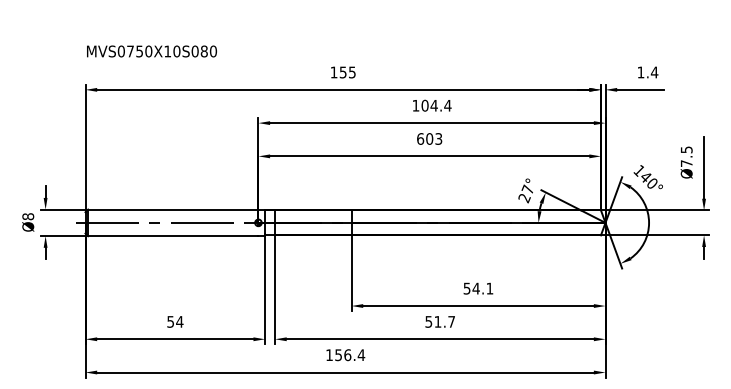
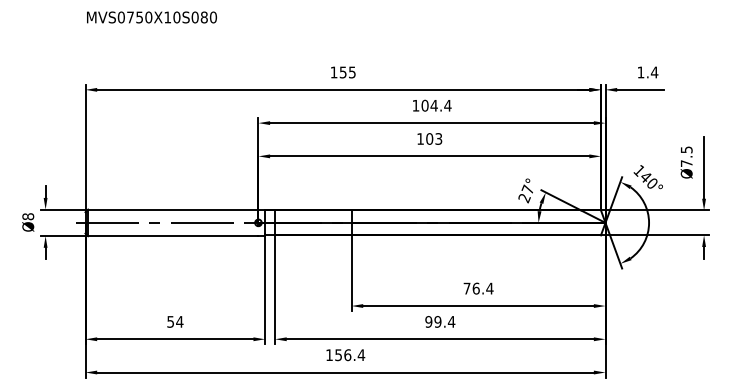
text at (151, 51) position: (151, 51) -> (151, 17)
text at (420, 138): 603 -> 103
text at (478, 288): 54.1 -> 76.4
text at (440, 321): 51.7 -> 99.4
